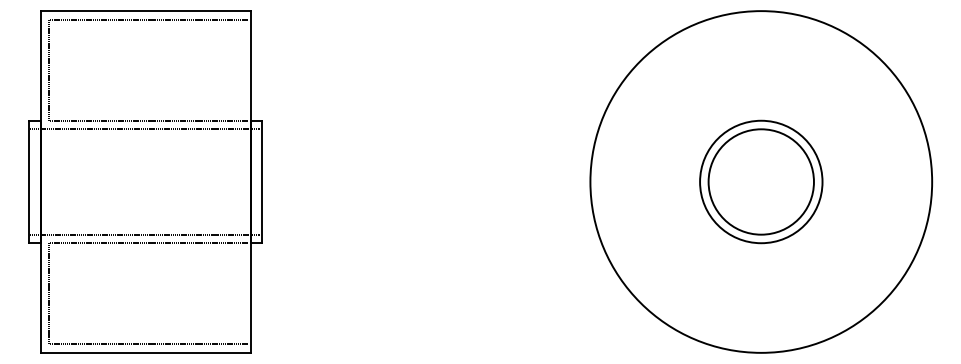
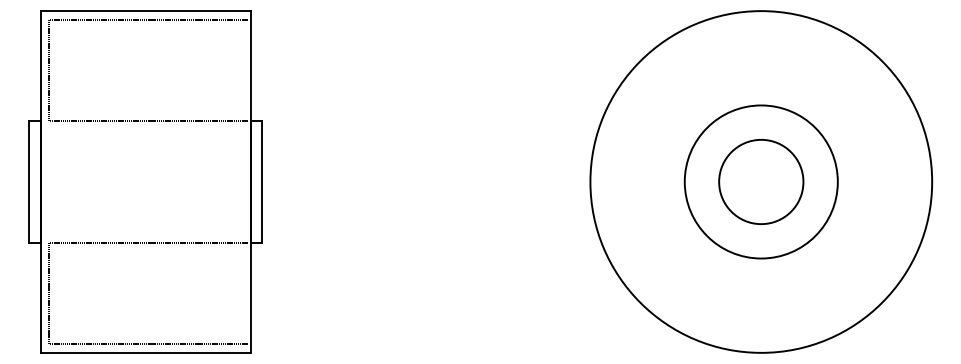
line at (143, 129): present -> none
circle at (760, 181) diameter: 105 px -> 84 px
circle at (761, 181) diameter: 122 px -> 153 px
line at (143, 234): present -> none
